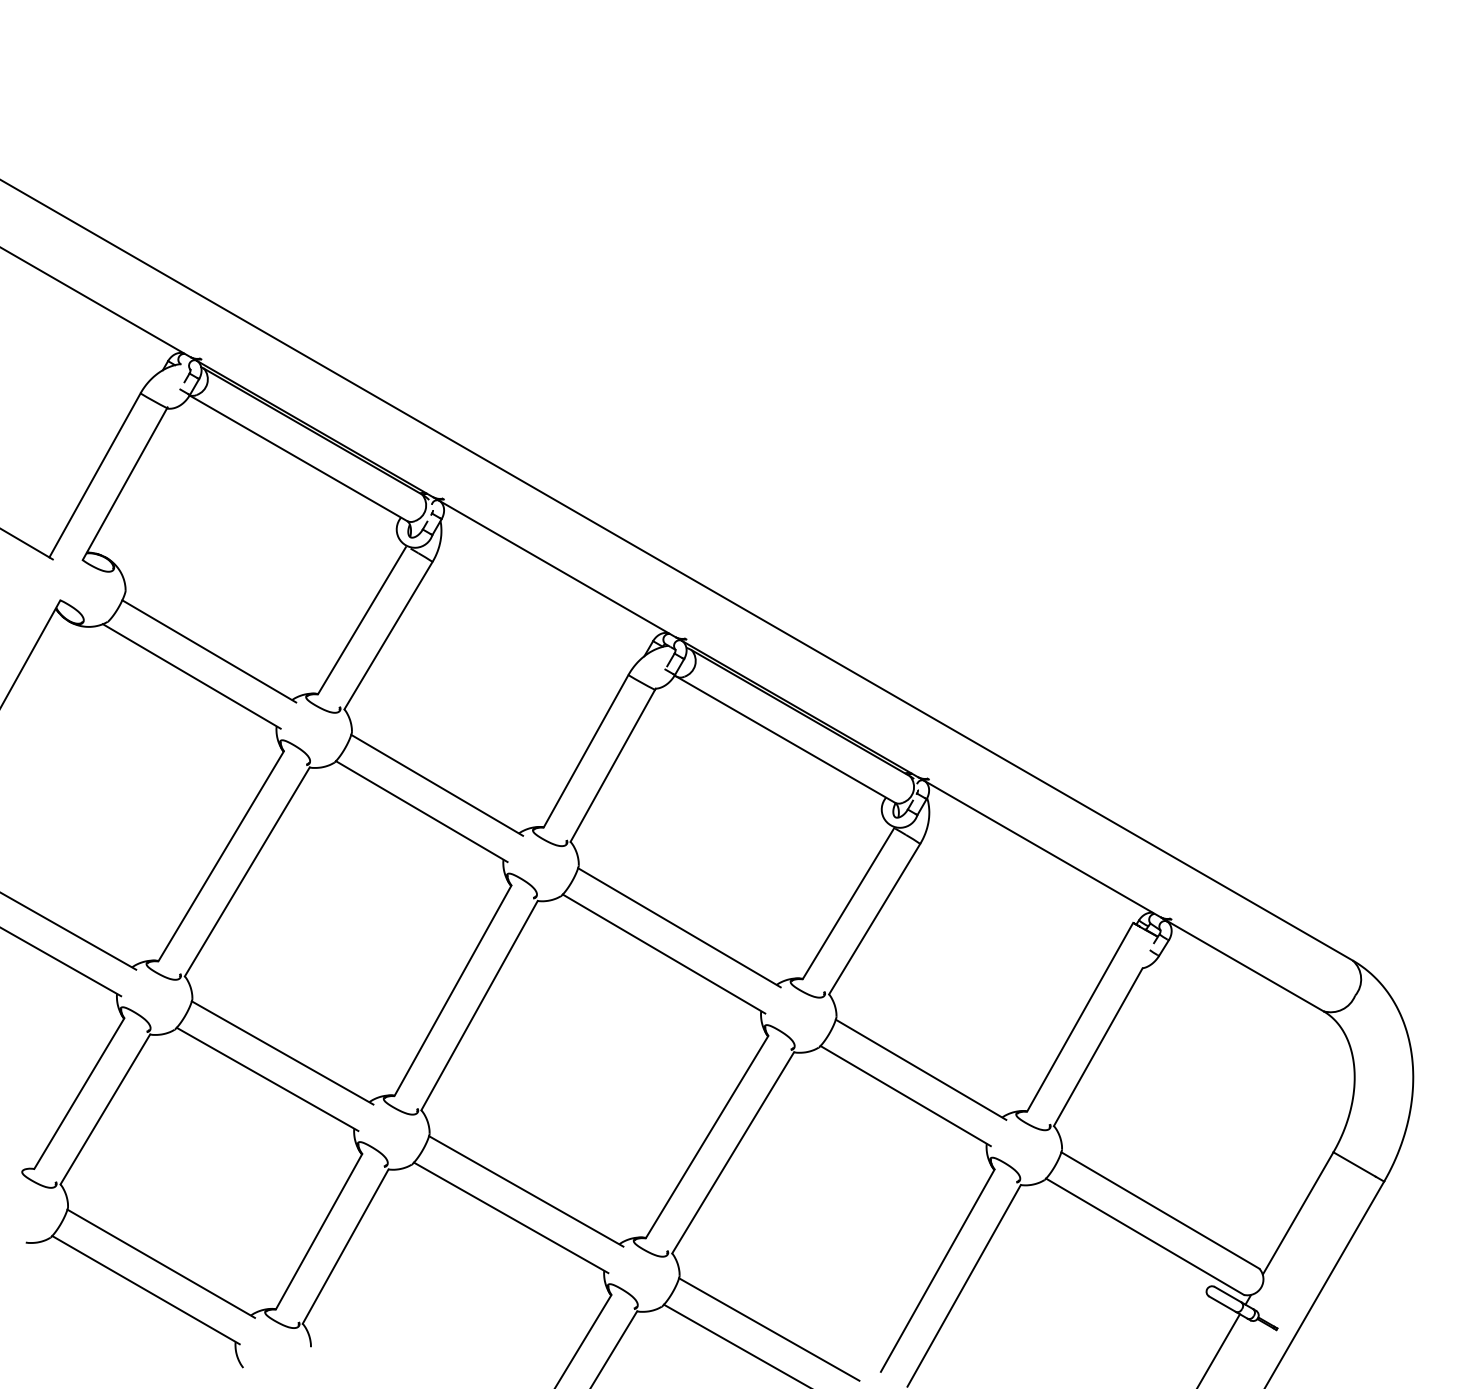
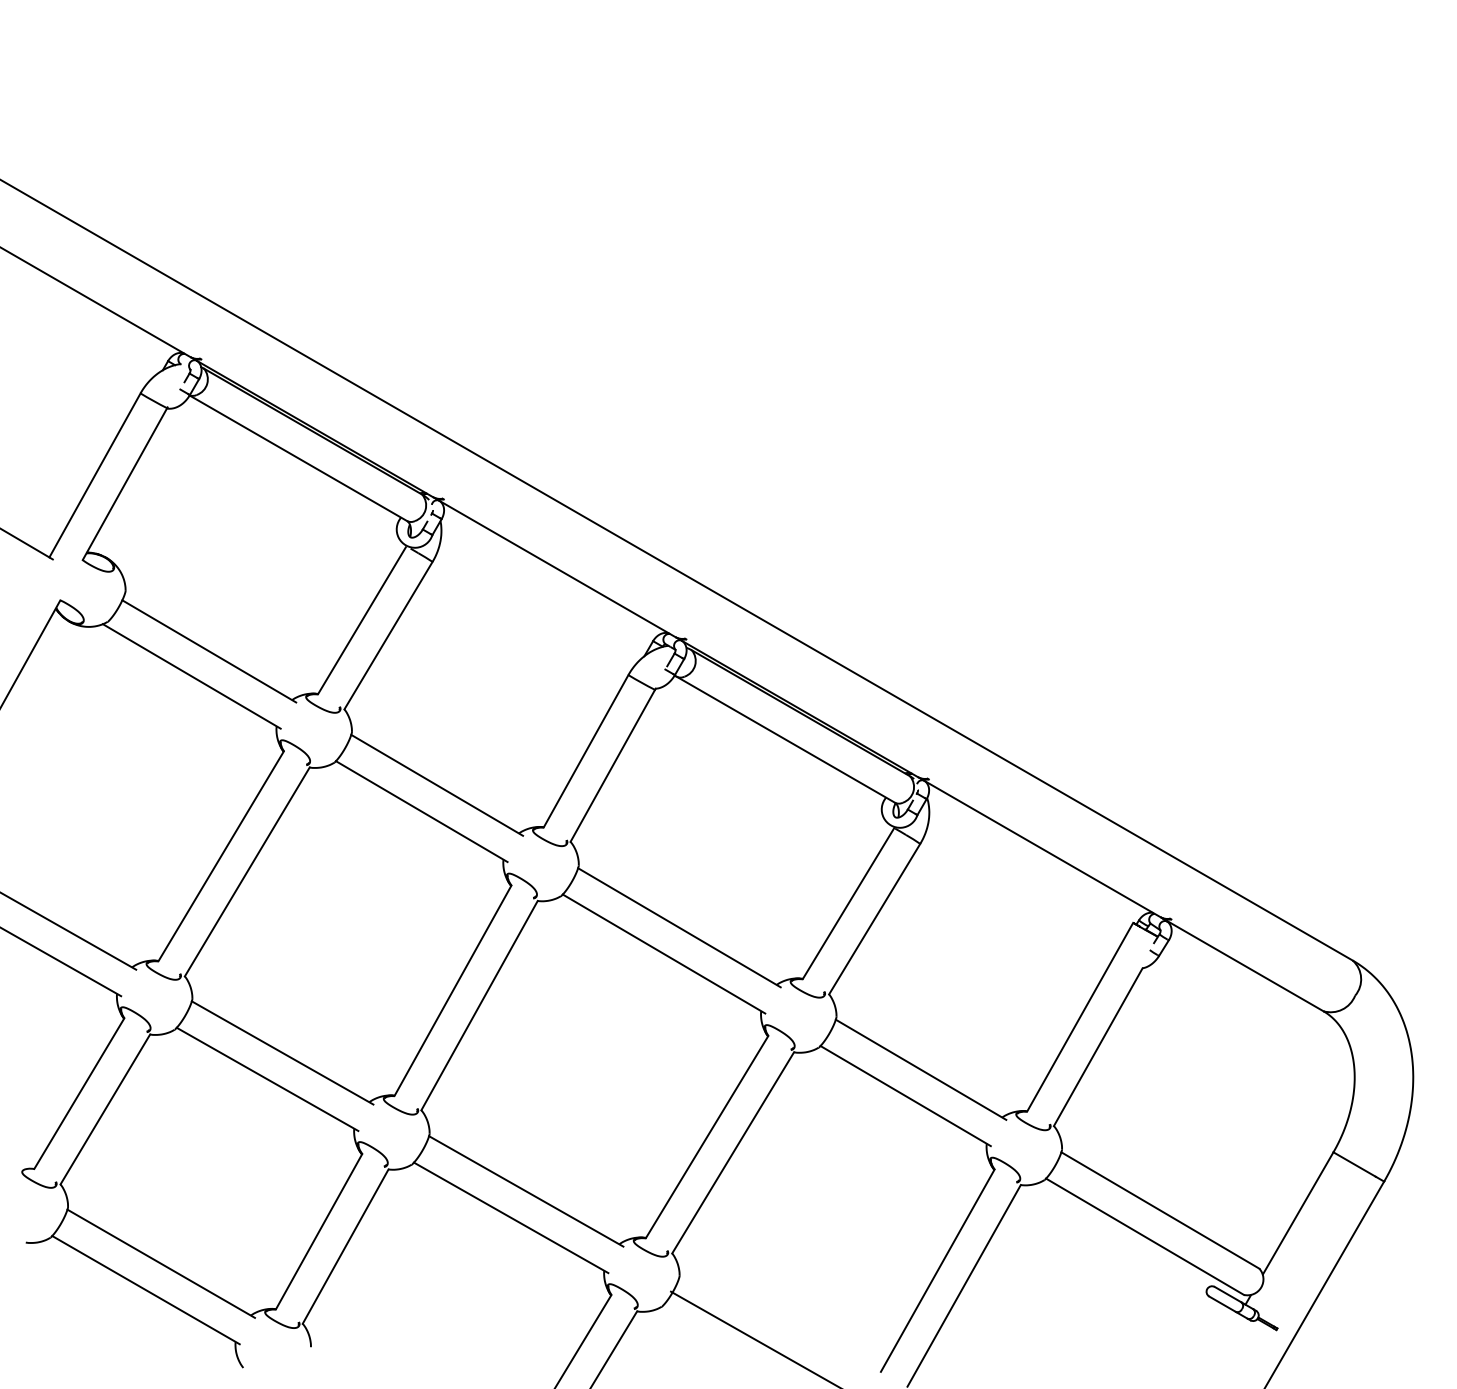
line at (769, 1329): present -> none
line at (734, 1344) position: (734, 1344) -> (753, 1338)
line at (1218, 1349): present -> none
